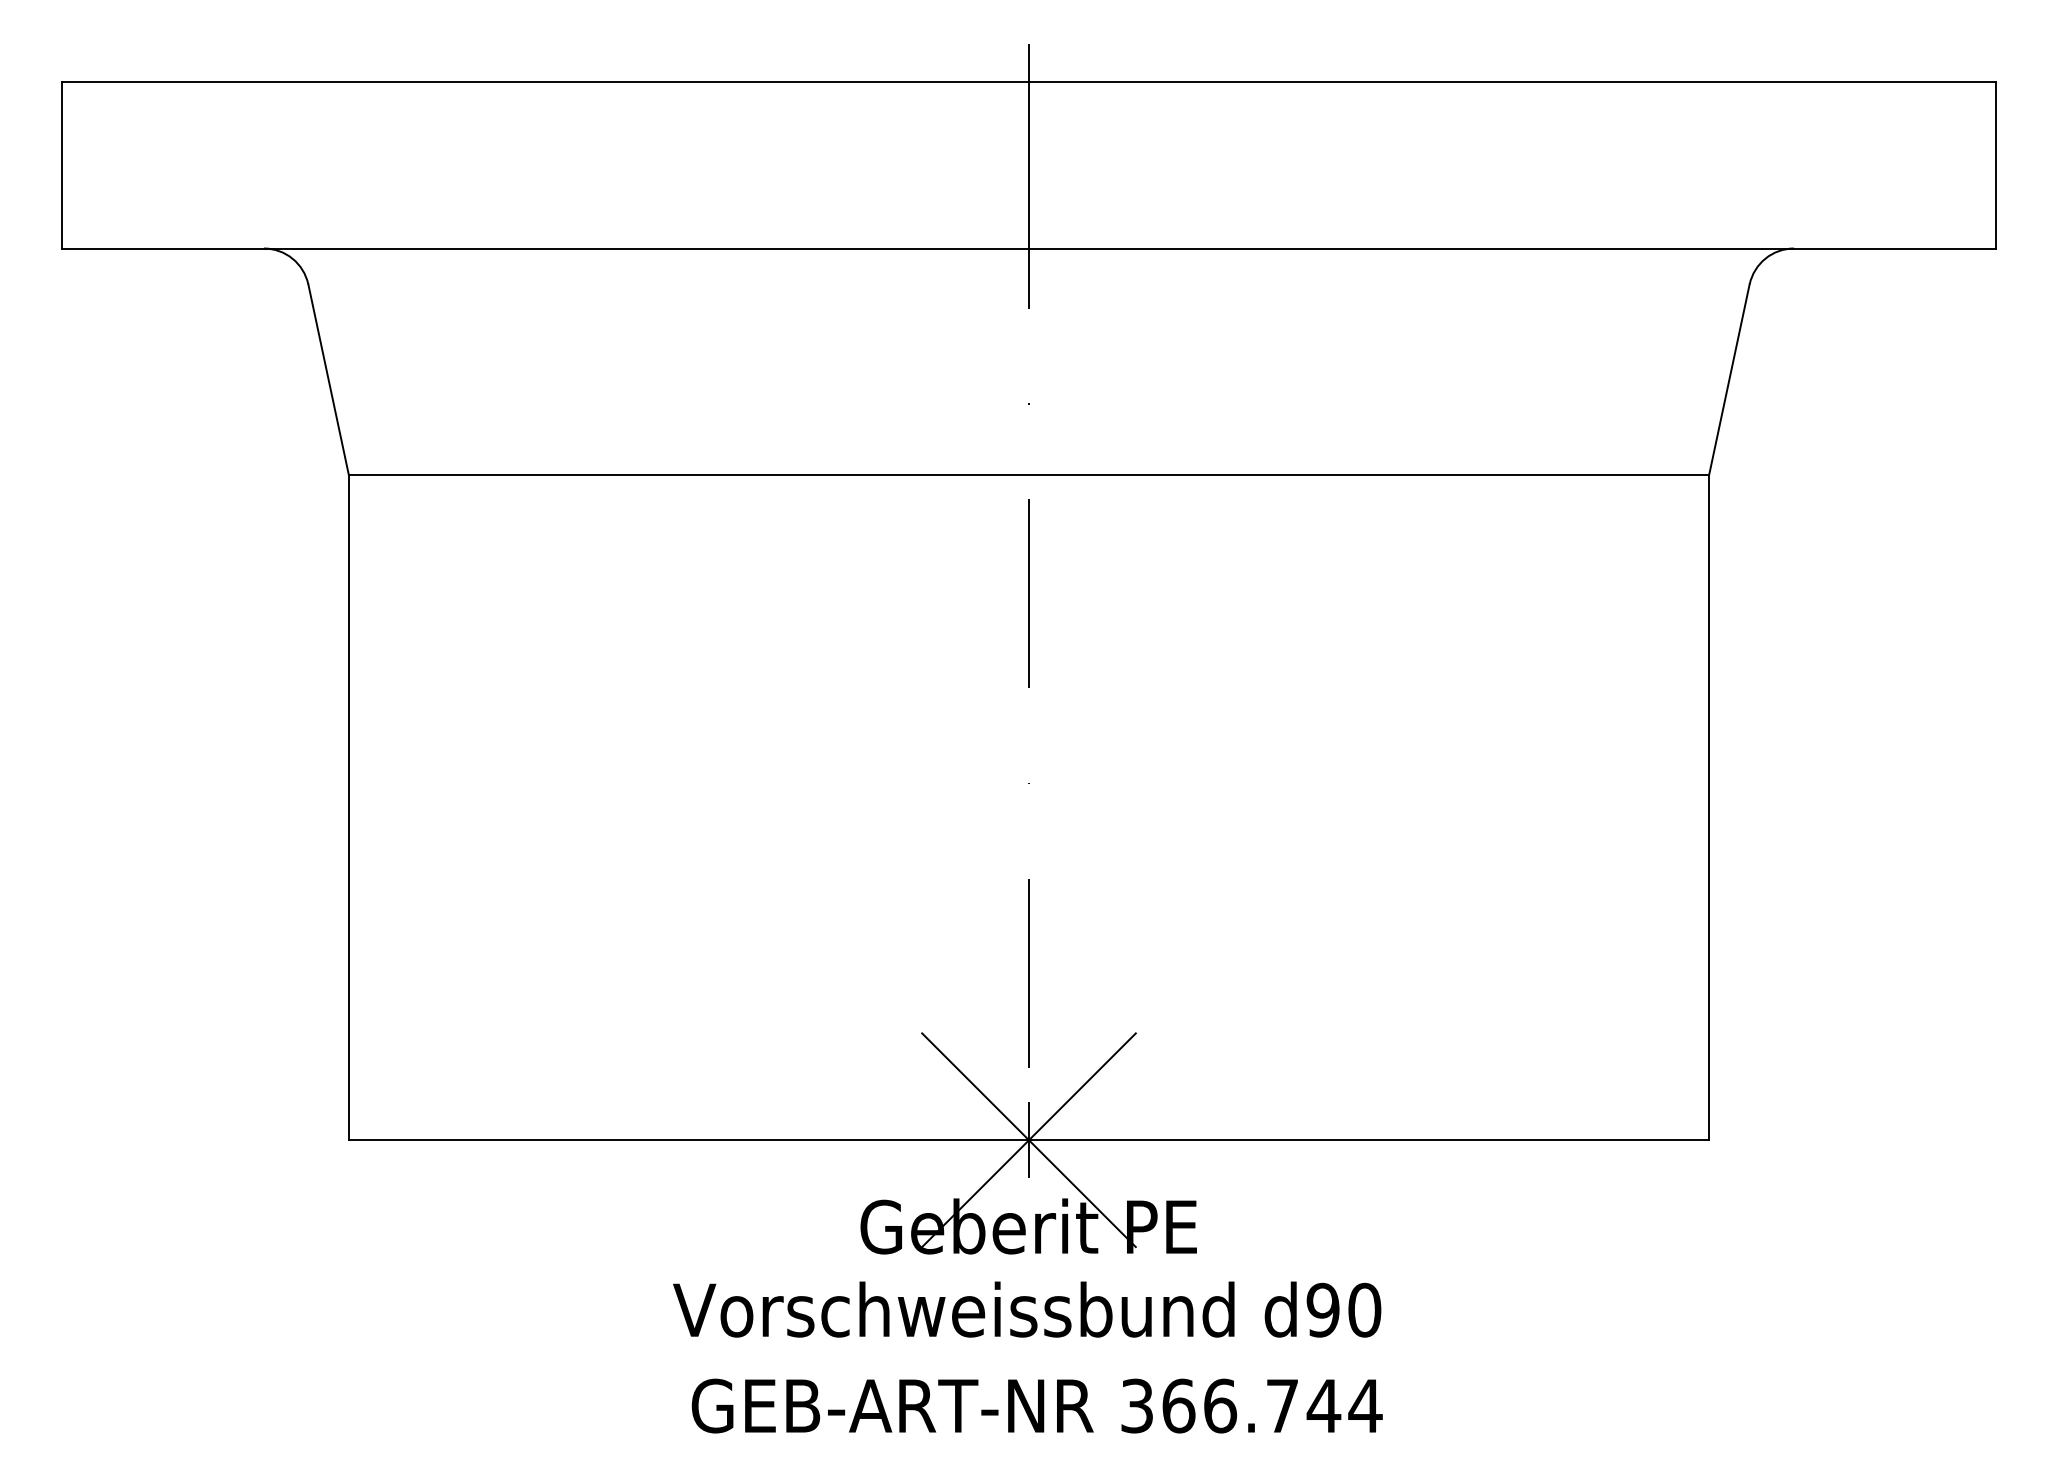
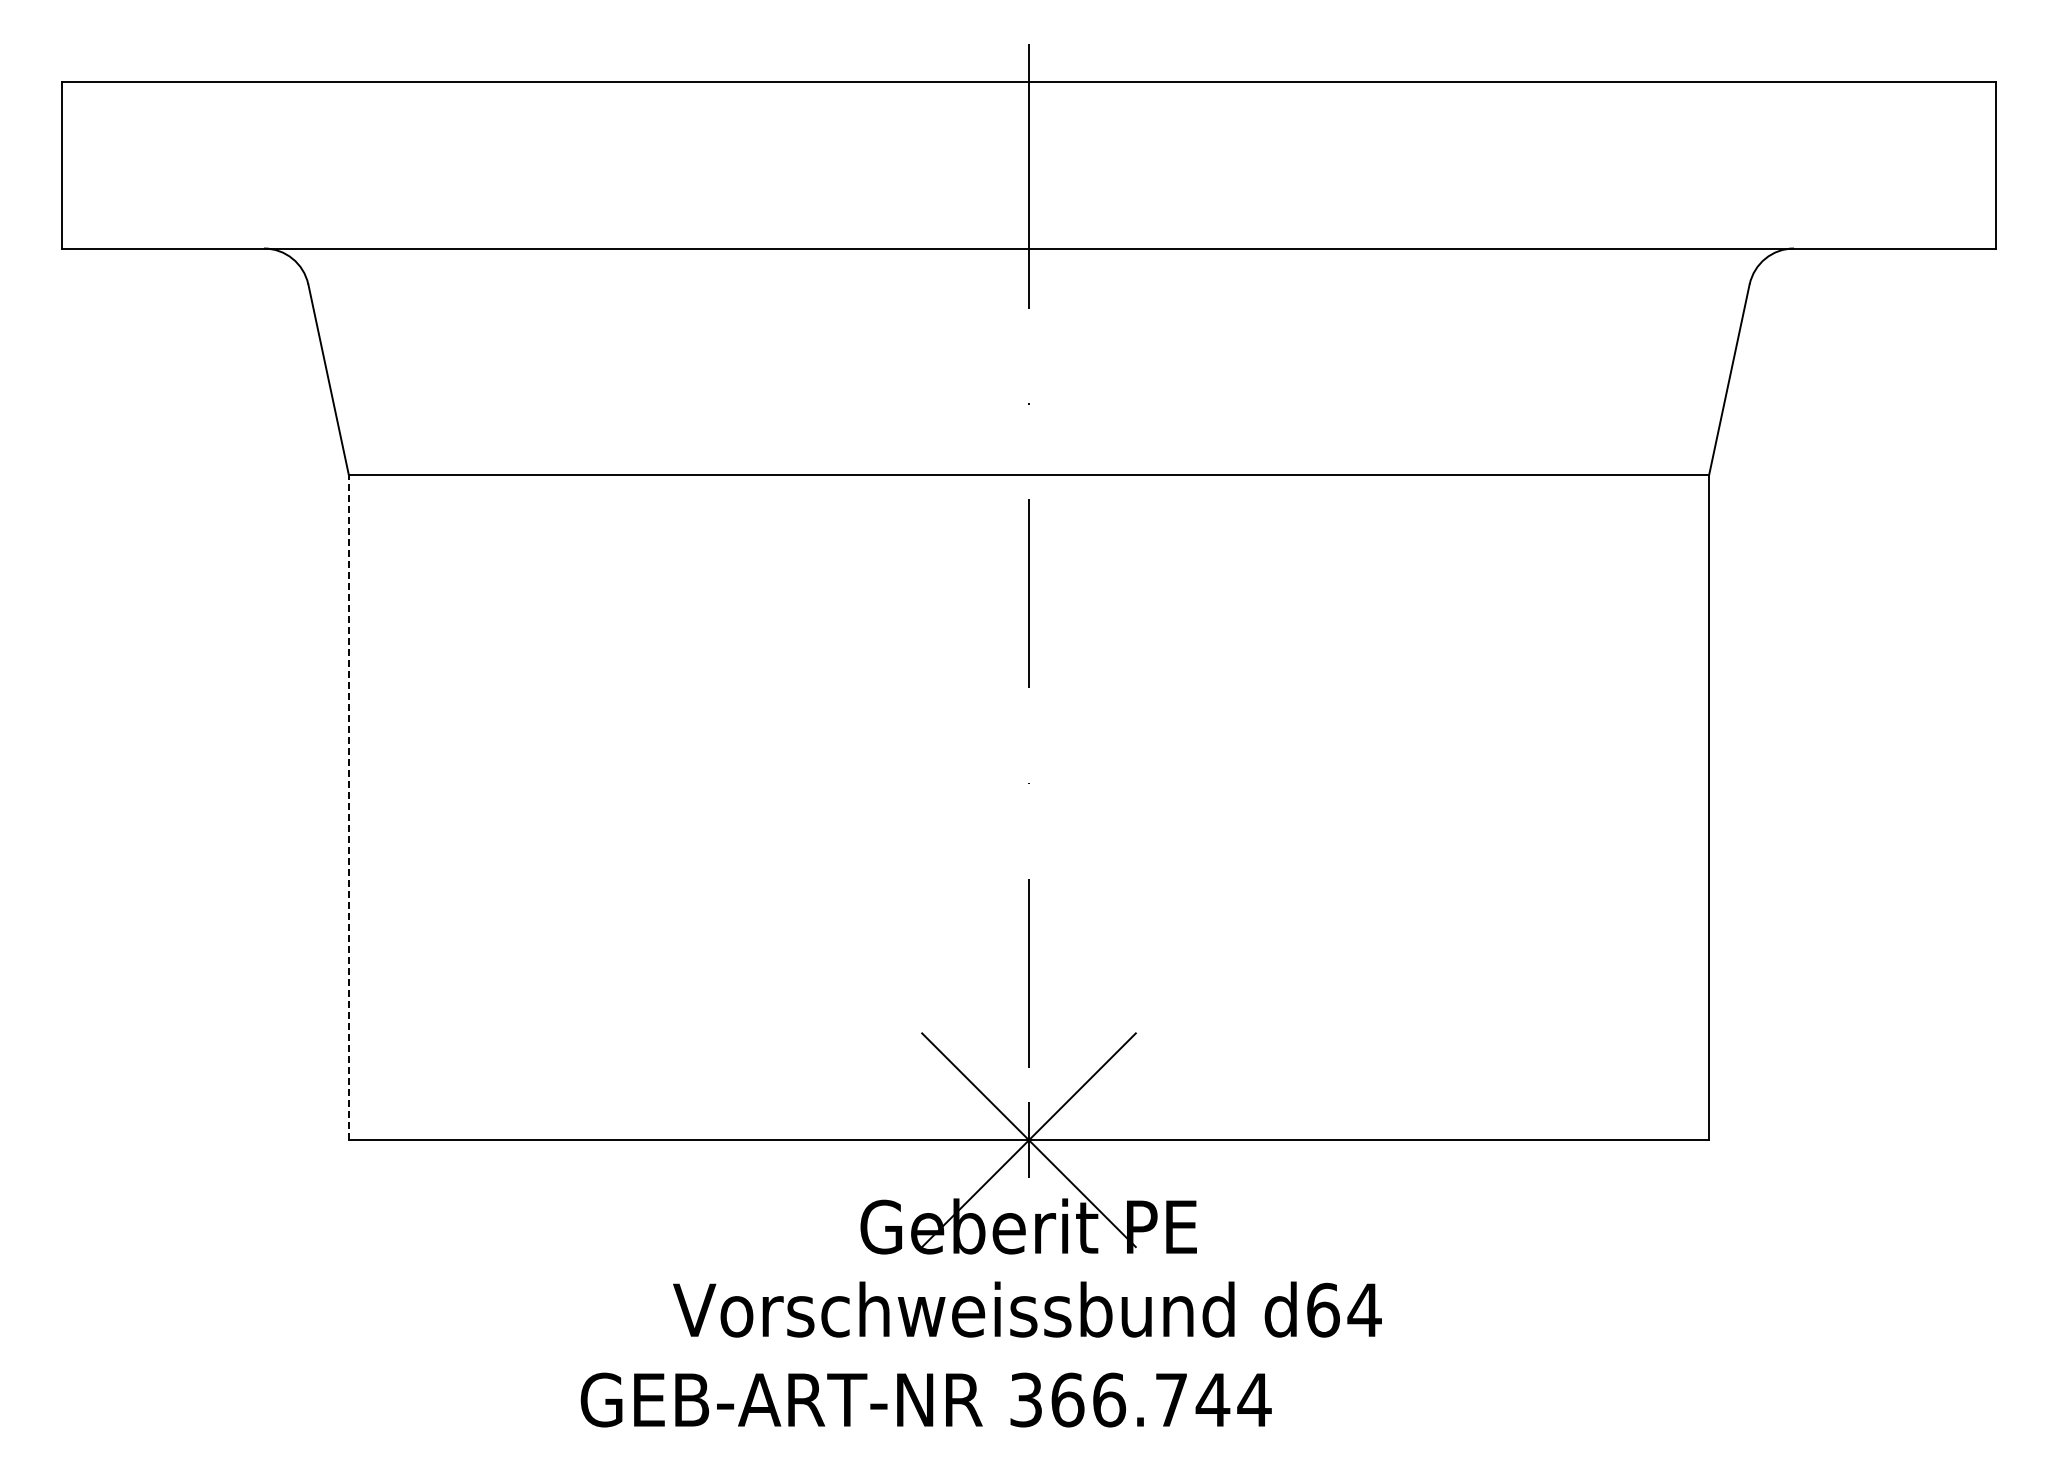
line at (348, 807): solid -> dashed
text at (1343, 1309): d90 -> d64
text at (1036, 1405) position: (1036, 1405) -> (925, 1399)
